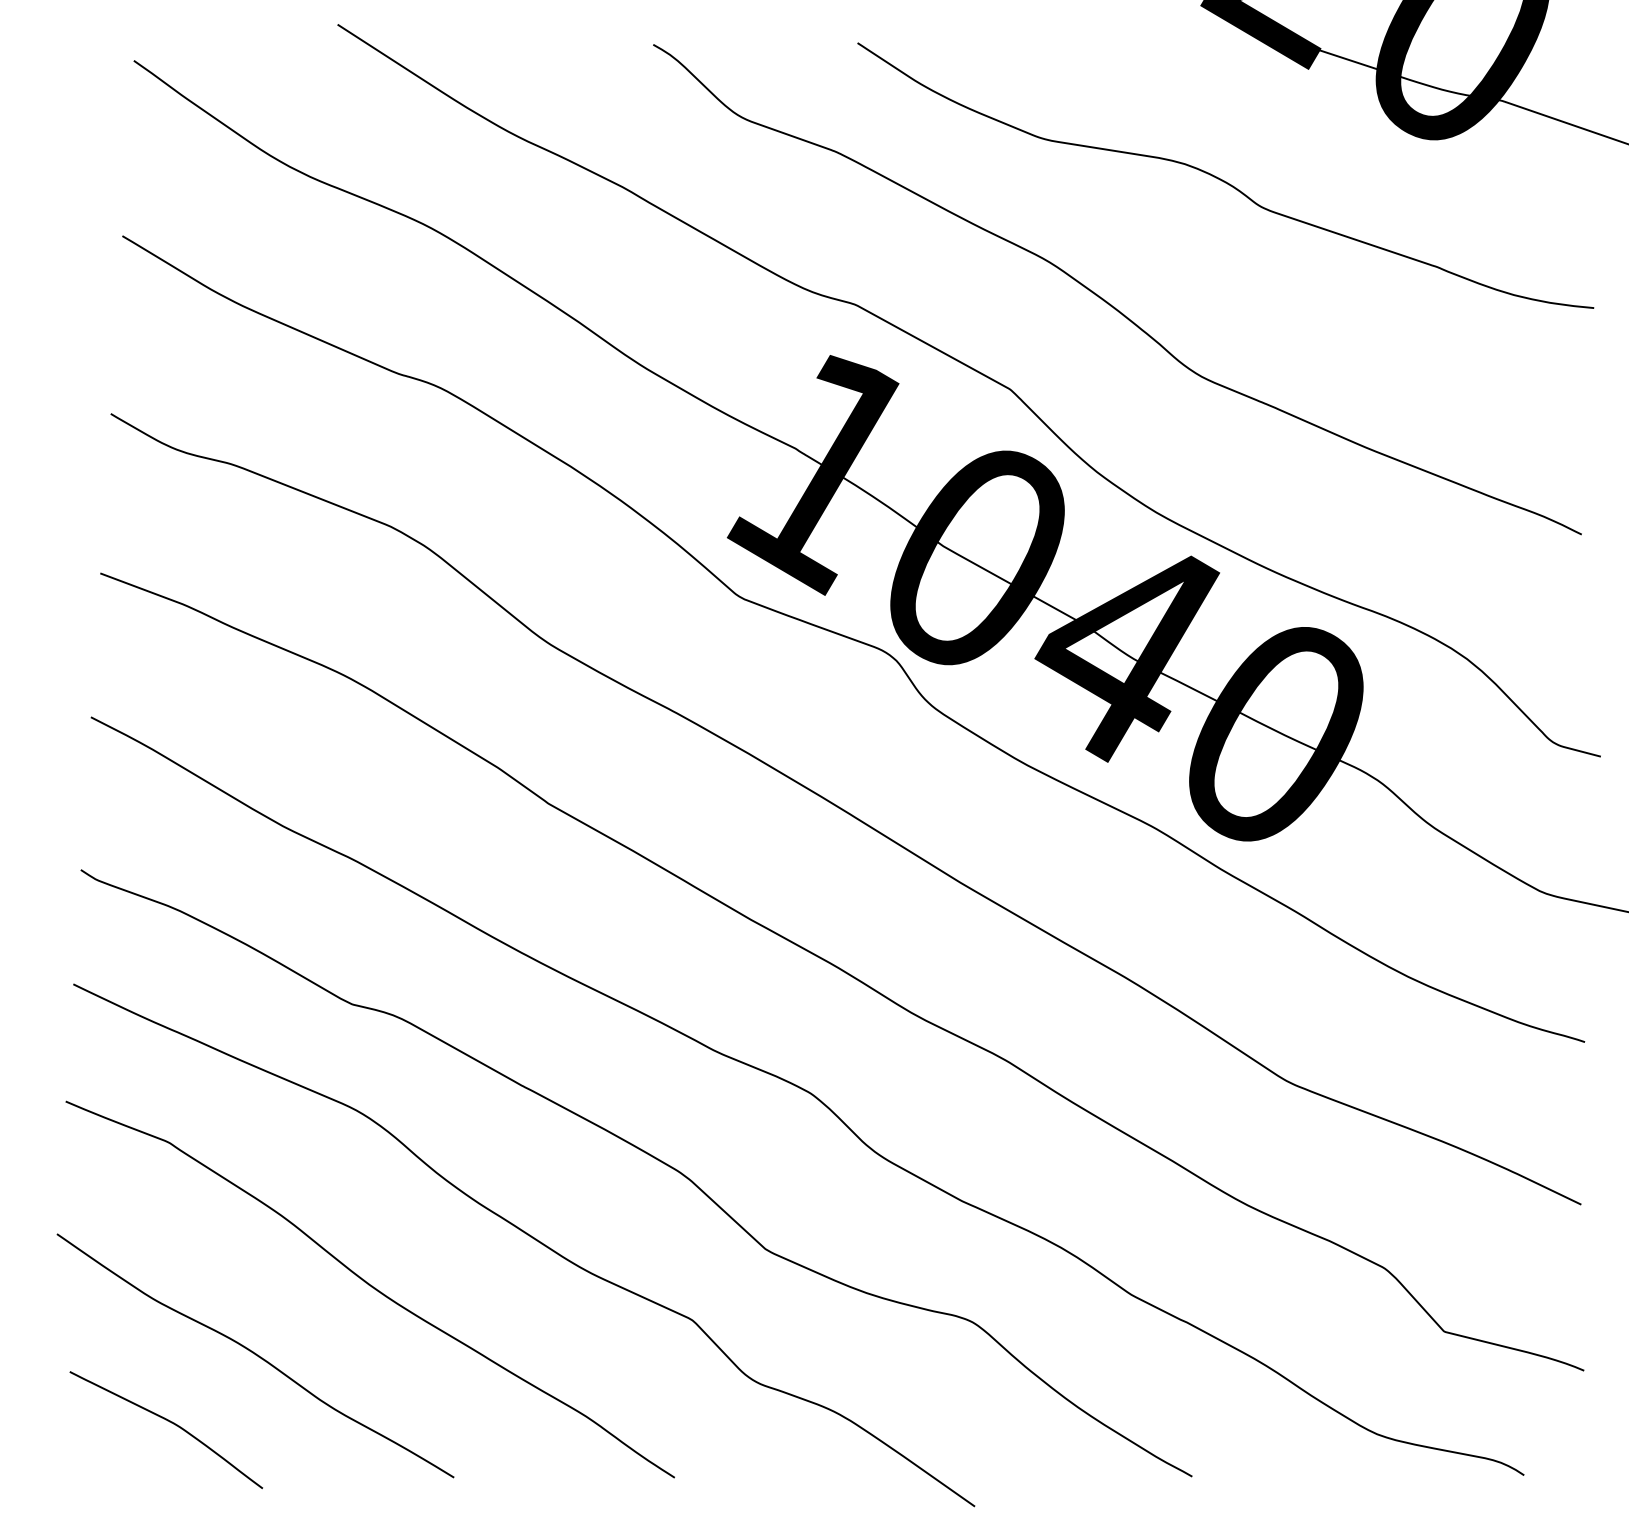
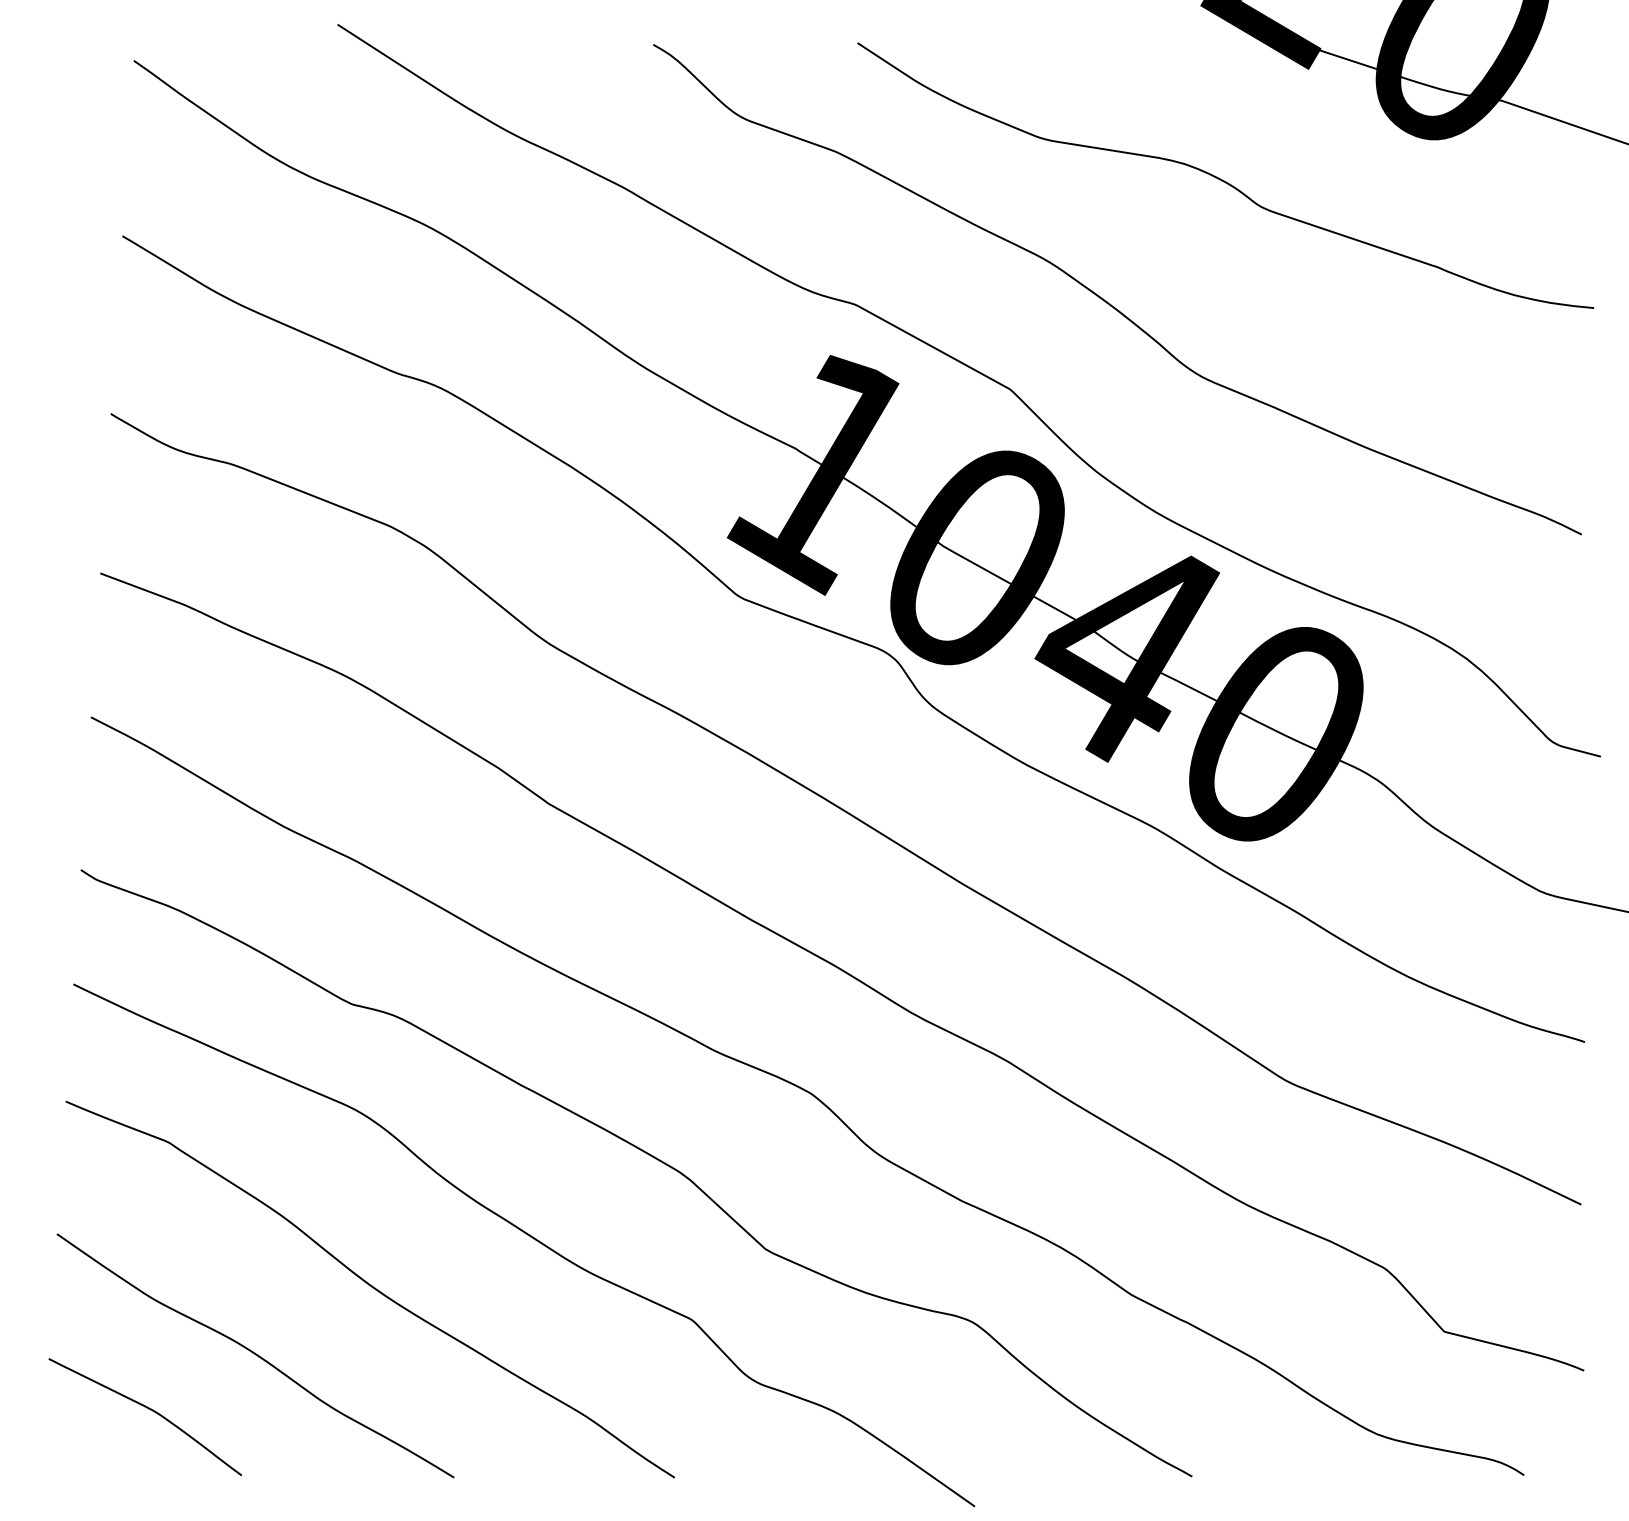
curve at (169, 1422) position: (169, 1422) -> (148, 1409)
